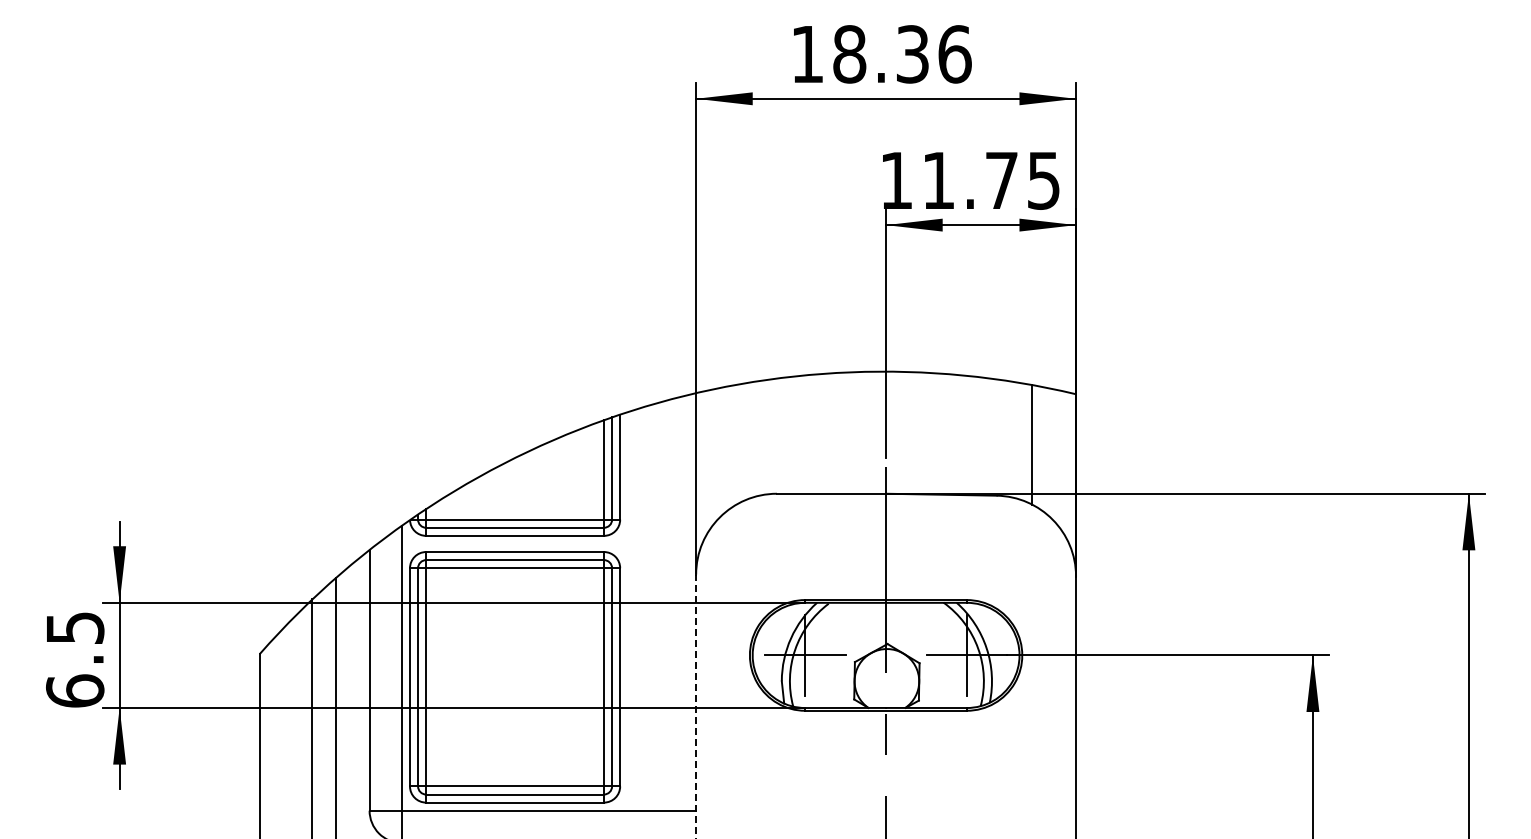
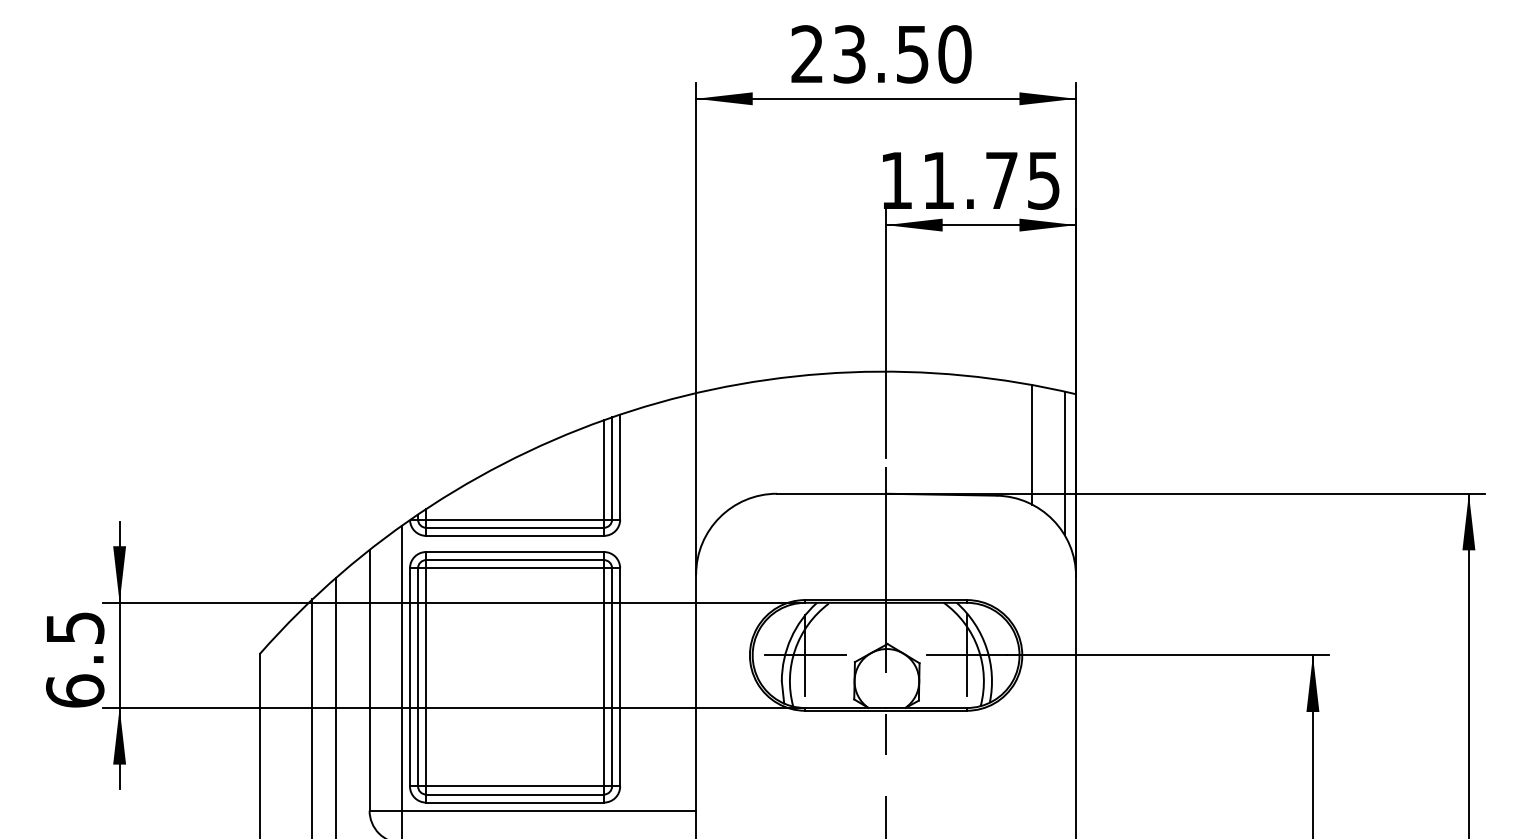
text at (881, 54): 18.36 -> 23.50
line at (1064, 463): none -> present
line at (696, 706): dashed -> solid
